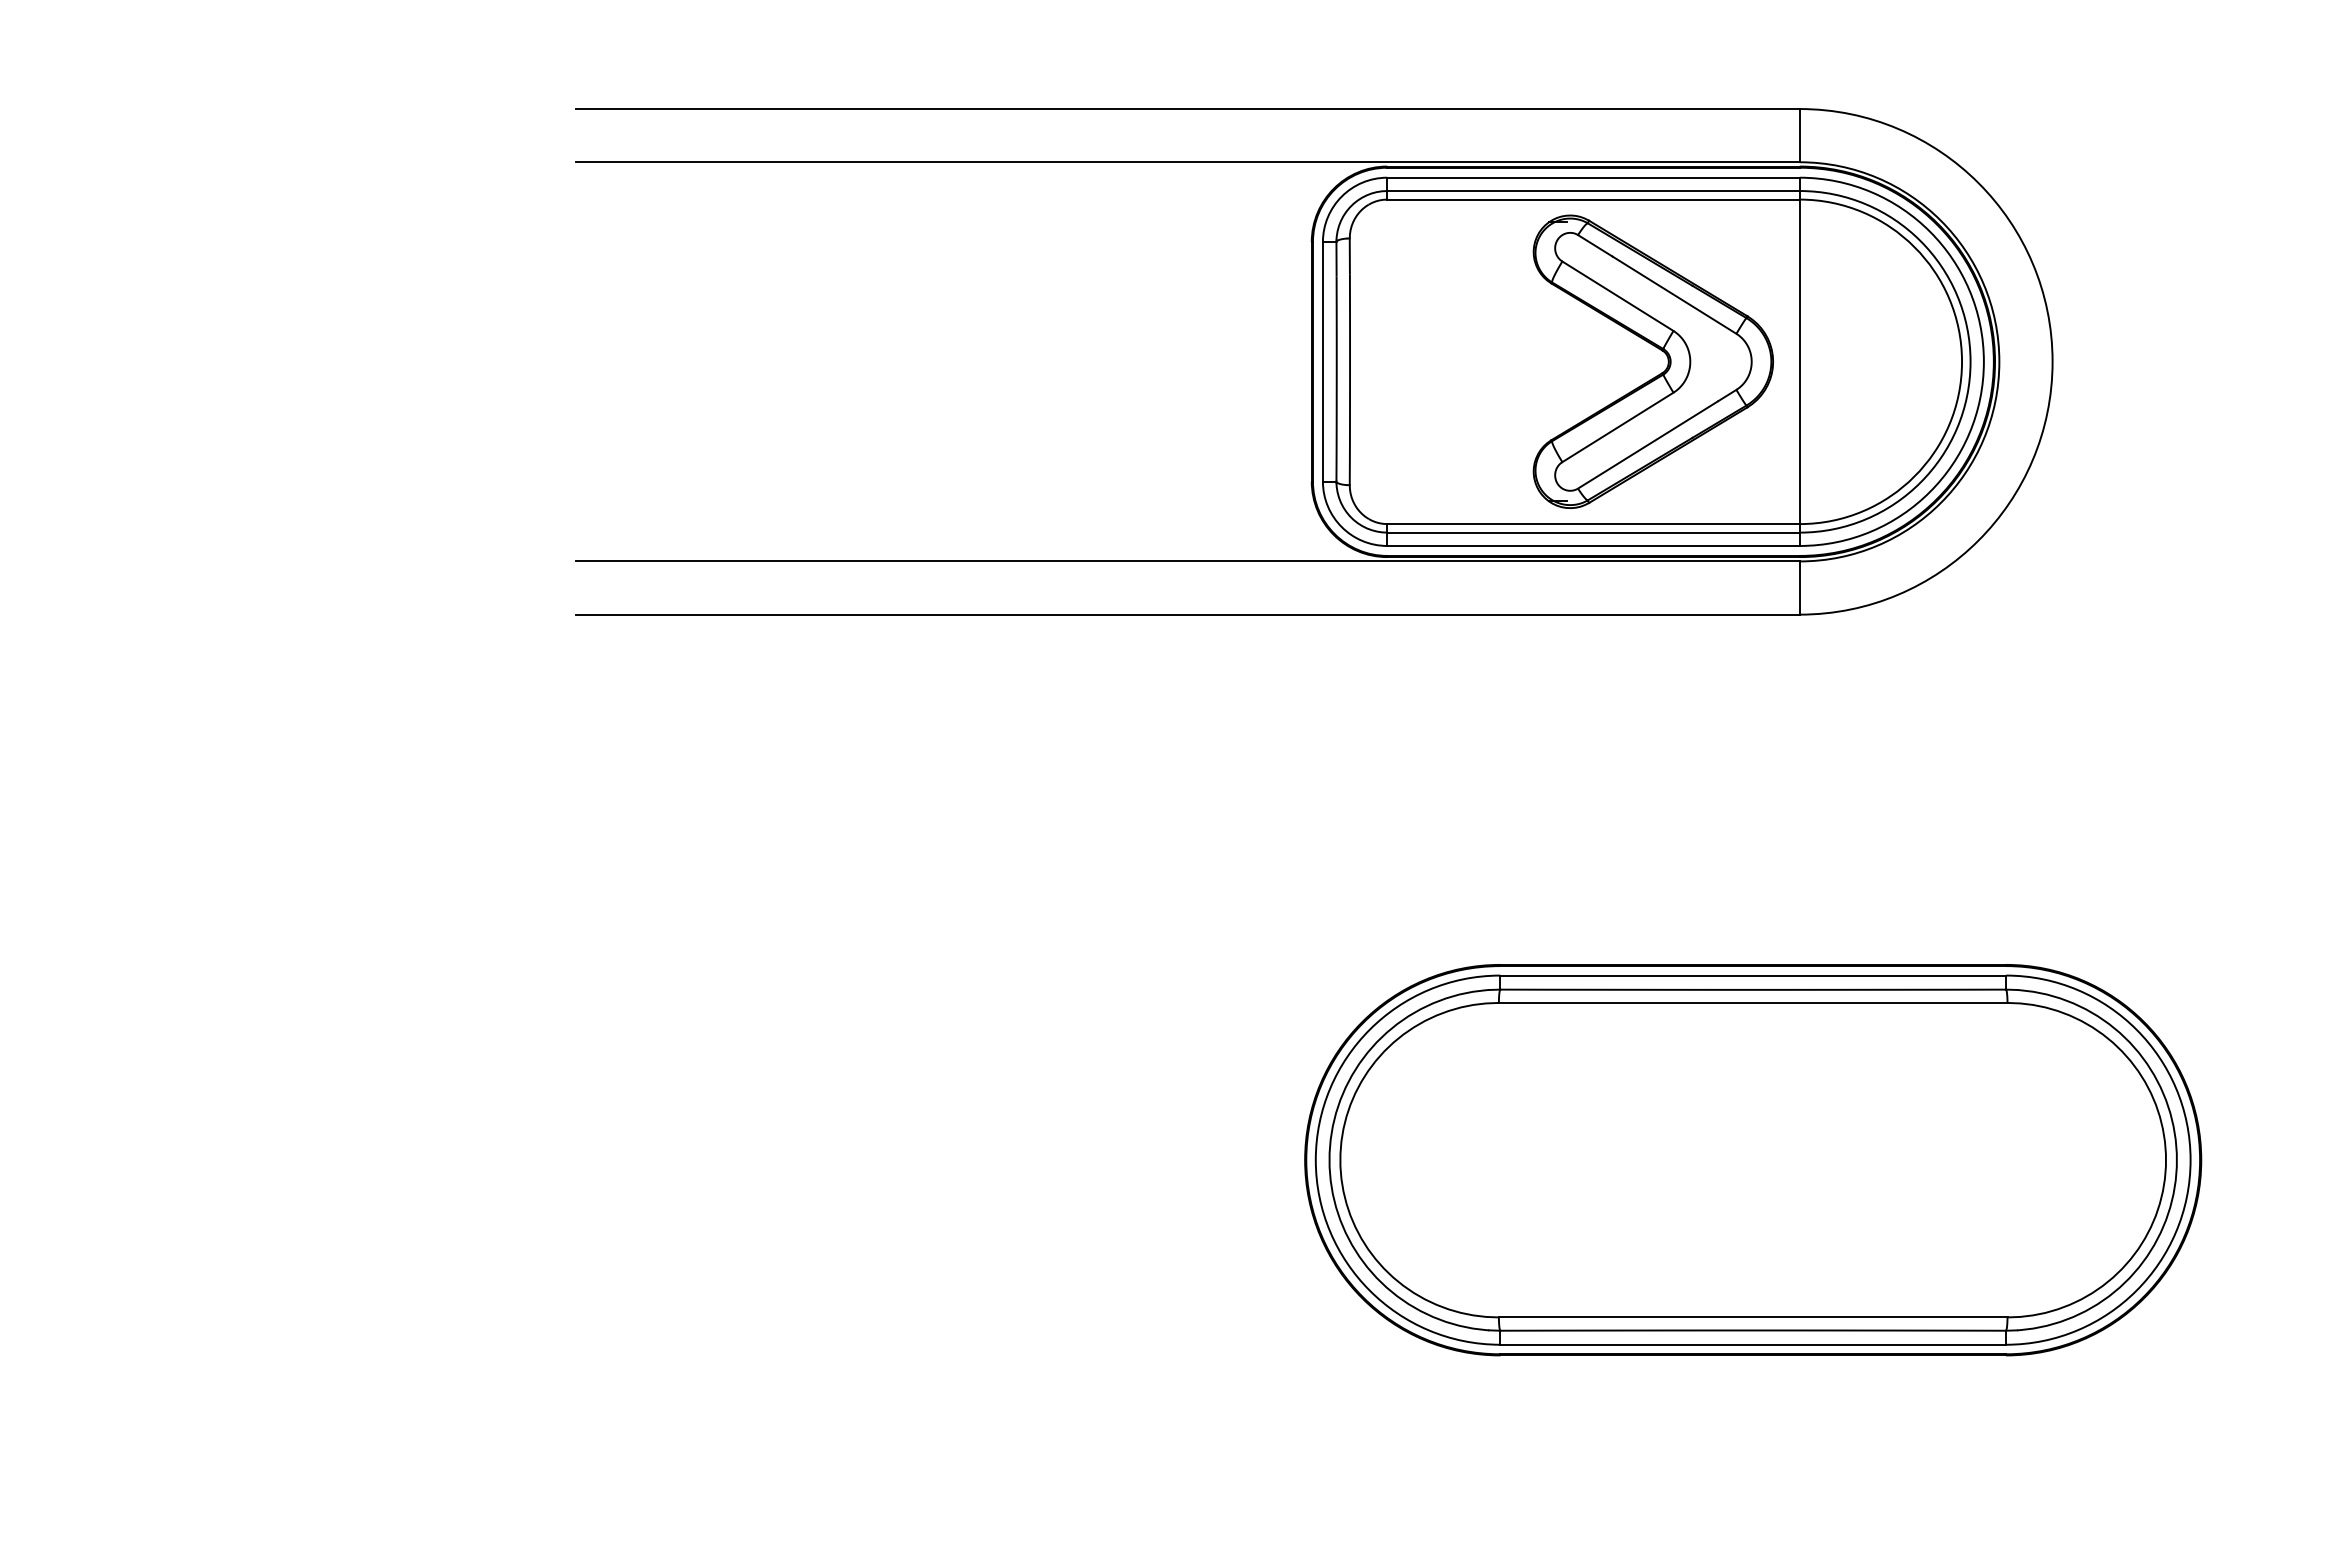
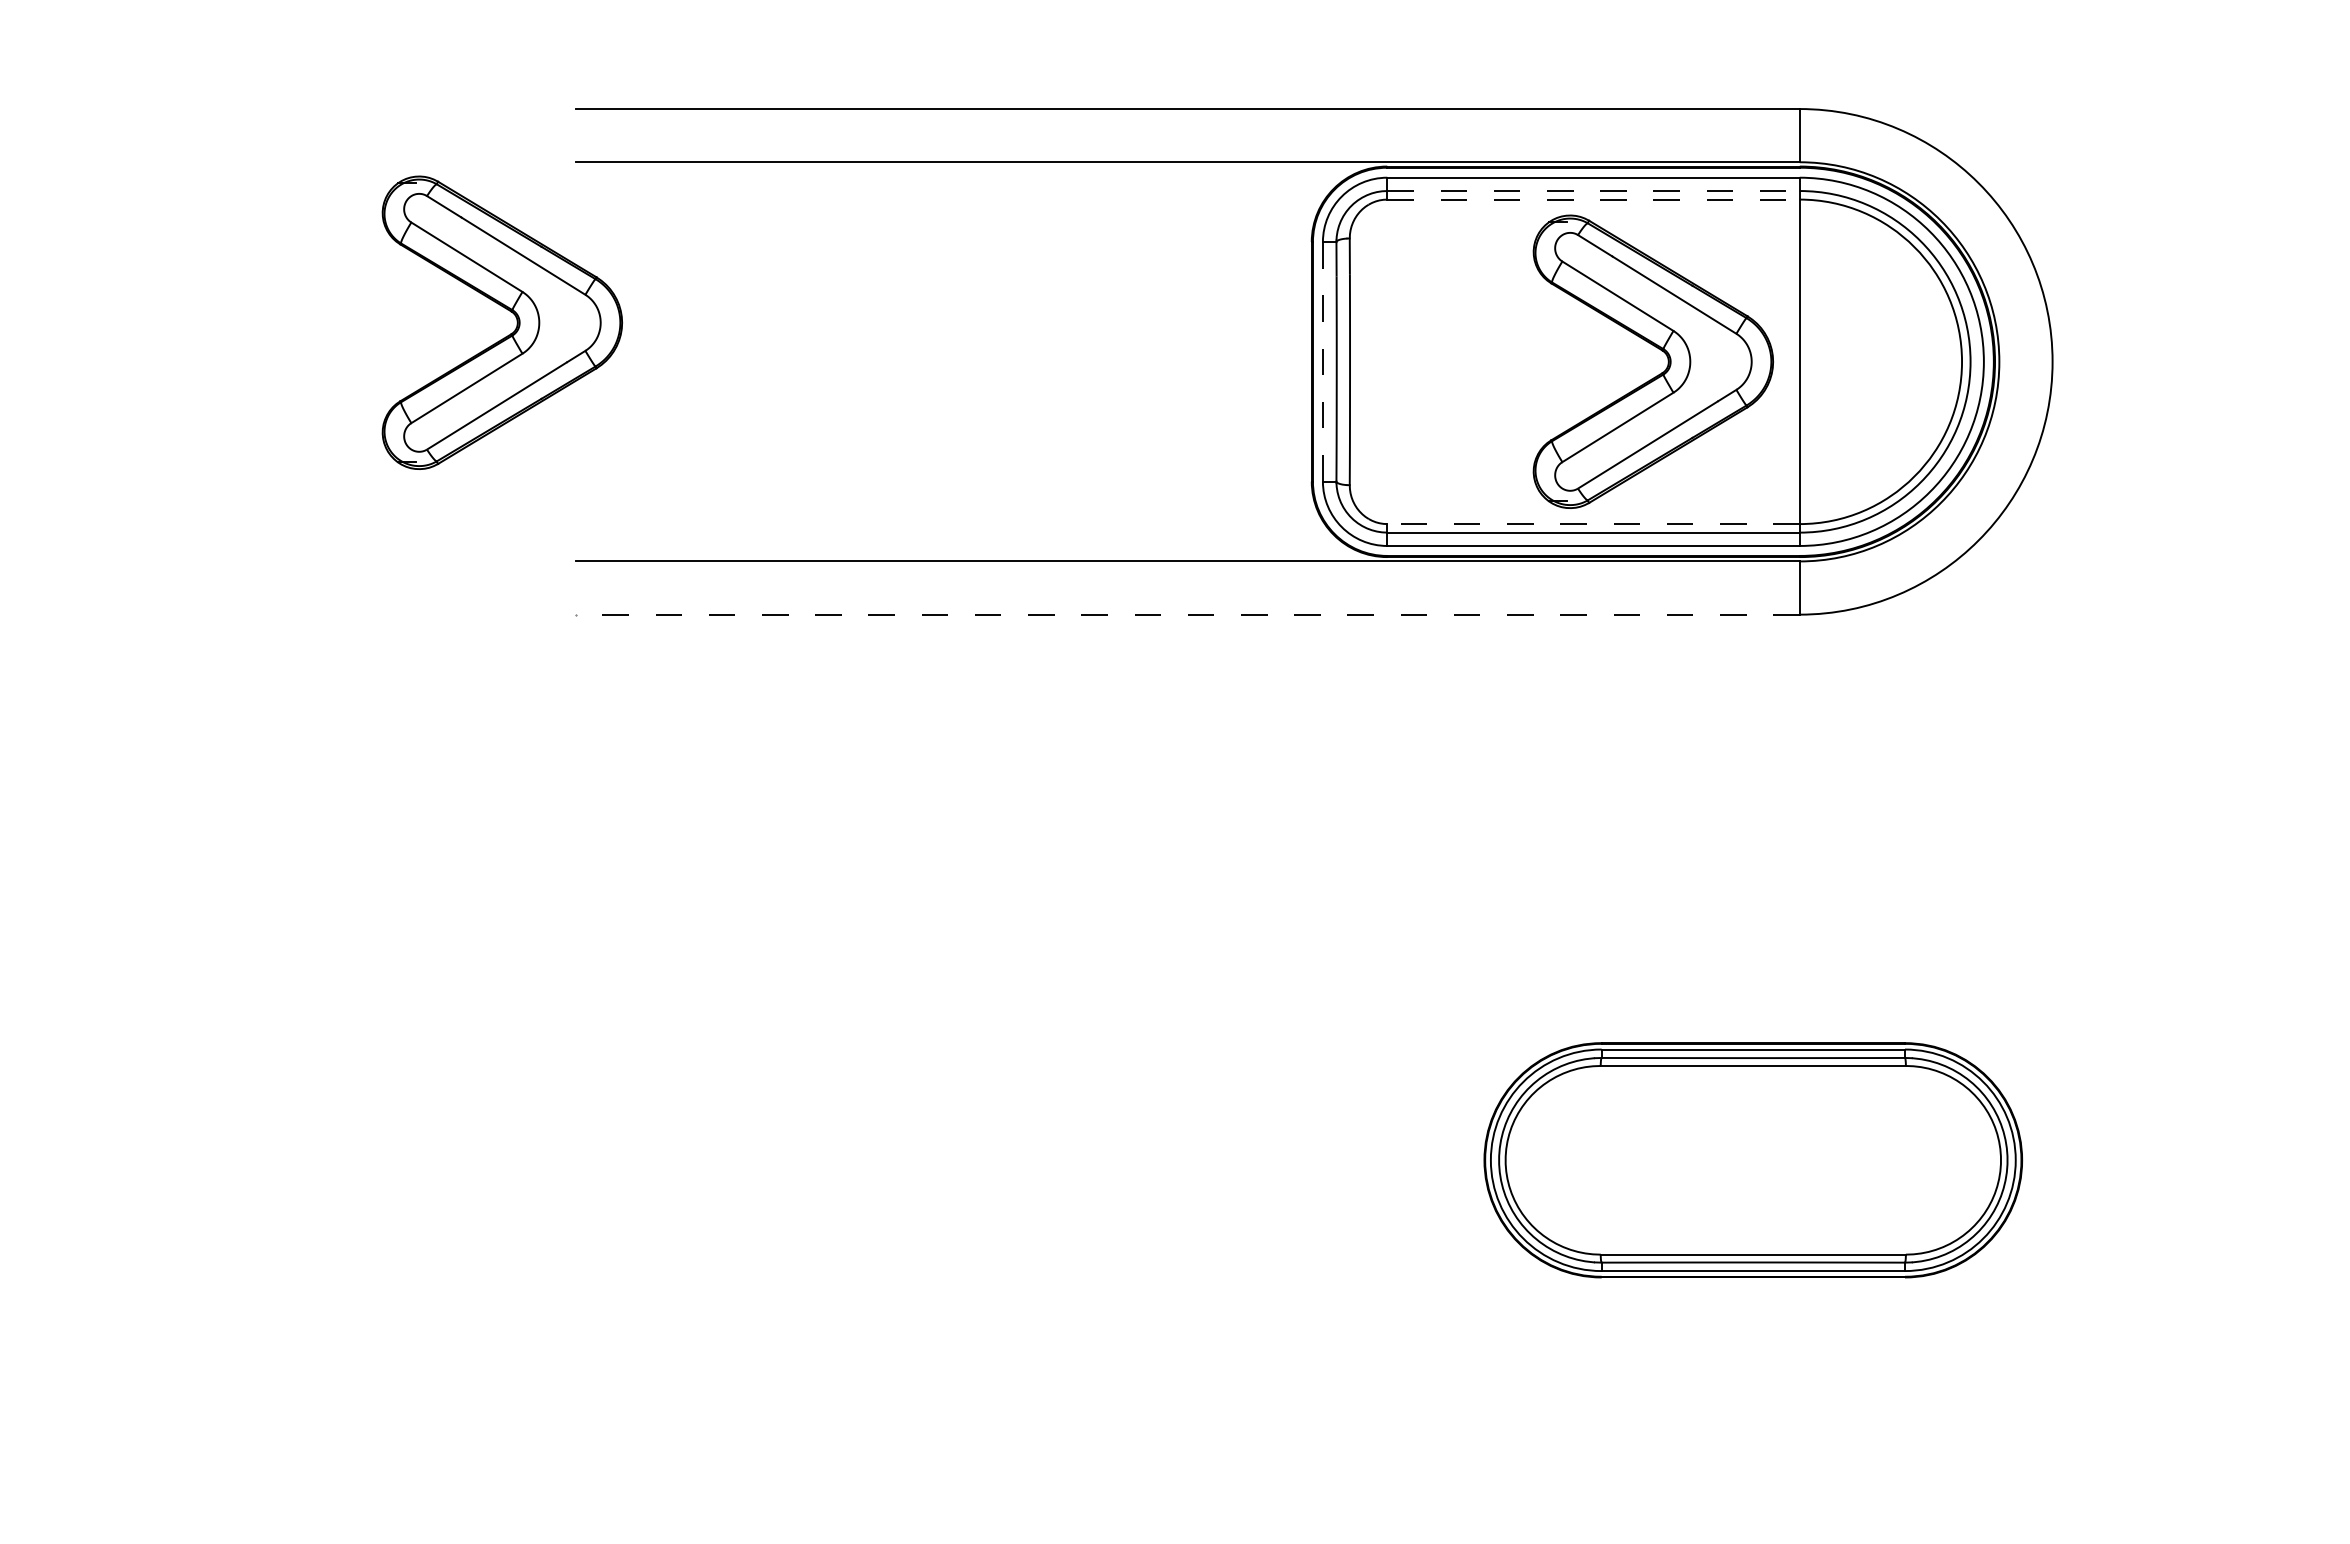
line at (1594, 191): solid -> dashed
line at (1594, 199): solid -> dashed
part at (507, 310): none -> present
line at (1322, 361): solid -> dashed
line at (1593, 524): solid -> dashed
line at (1187, 614): solid -> dashed
part at (1753, 1160) size: 899x393 px -> 541x237 px
